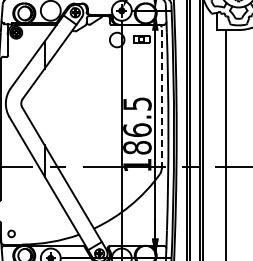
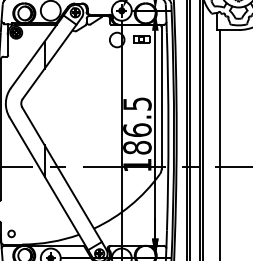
line at (161, 98): dashed -> solid
line at (226, 143) position: (226, 143) -> (220, 143)
